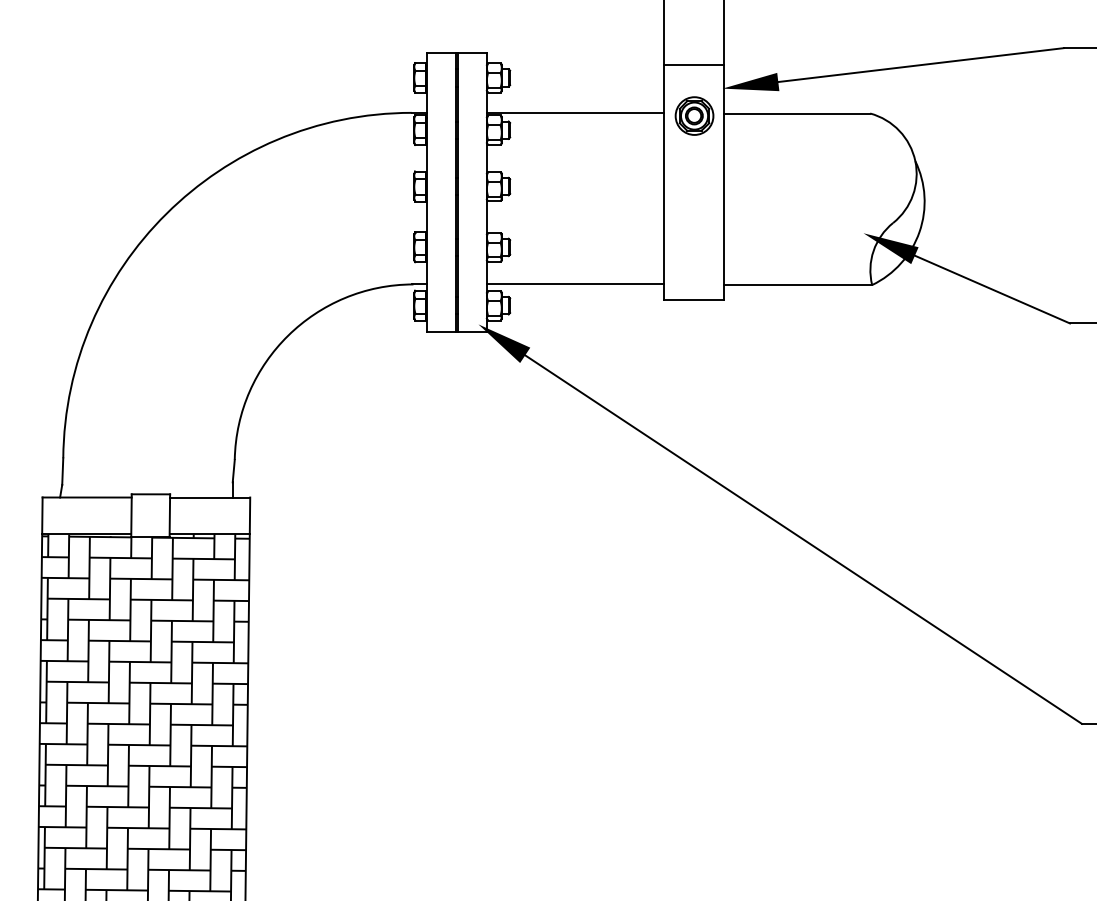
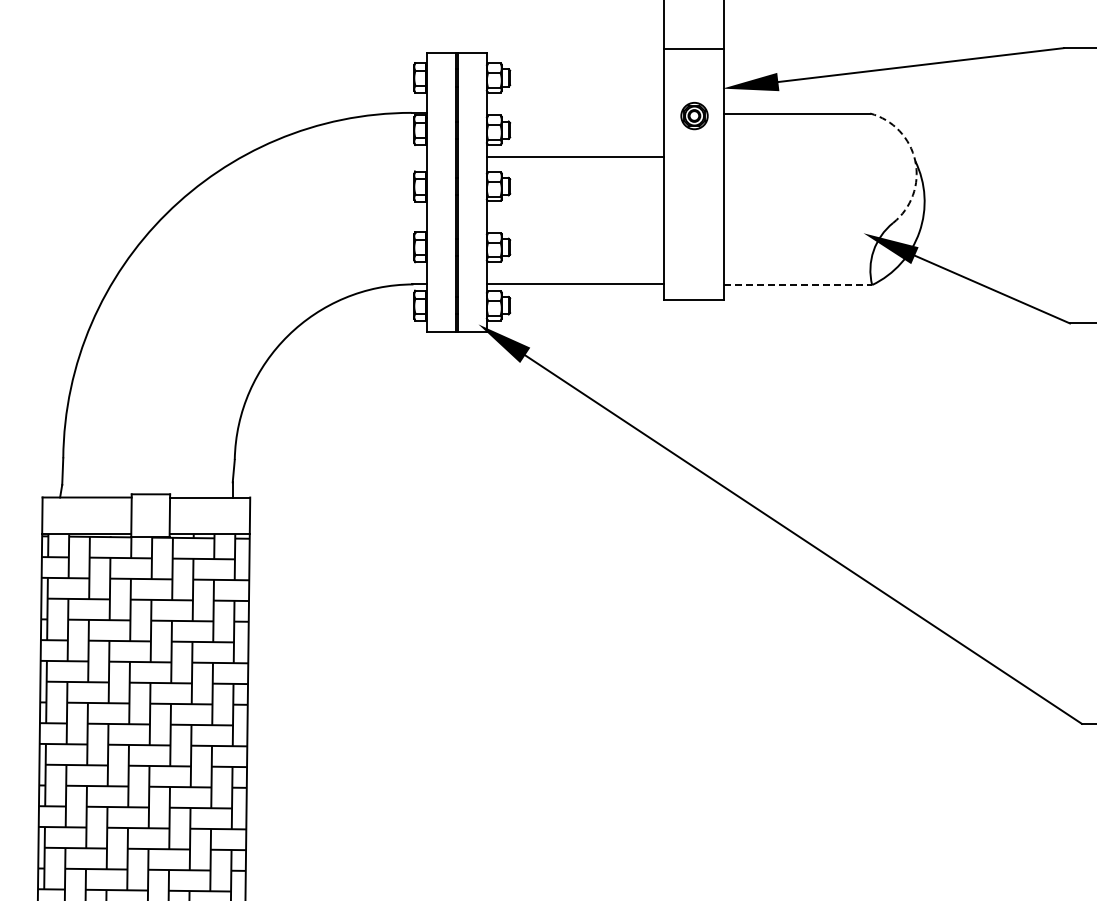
line at (694, 64) position: (694, 64) -> (694, 48)
line at (575, 112) position: (575, 112) -> (575, 156)
part at (694, 115) size: 41x40 px -> 29x29 px
arc at (915, 161): solid -> dashed
line at (798, 285): solid -> dashed
